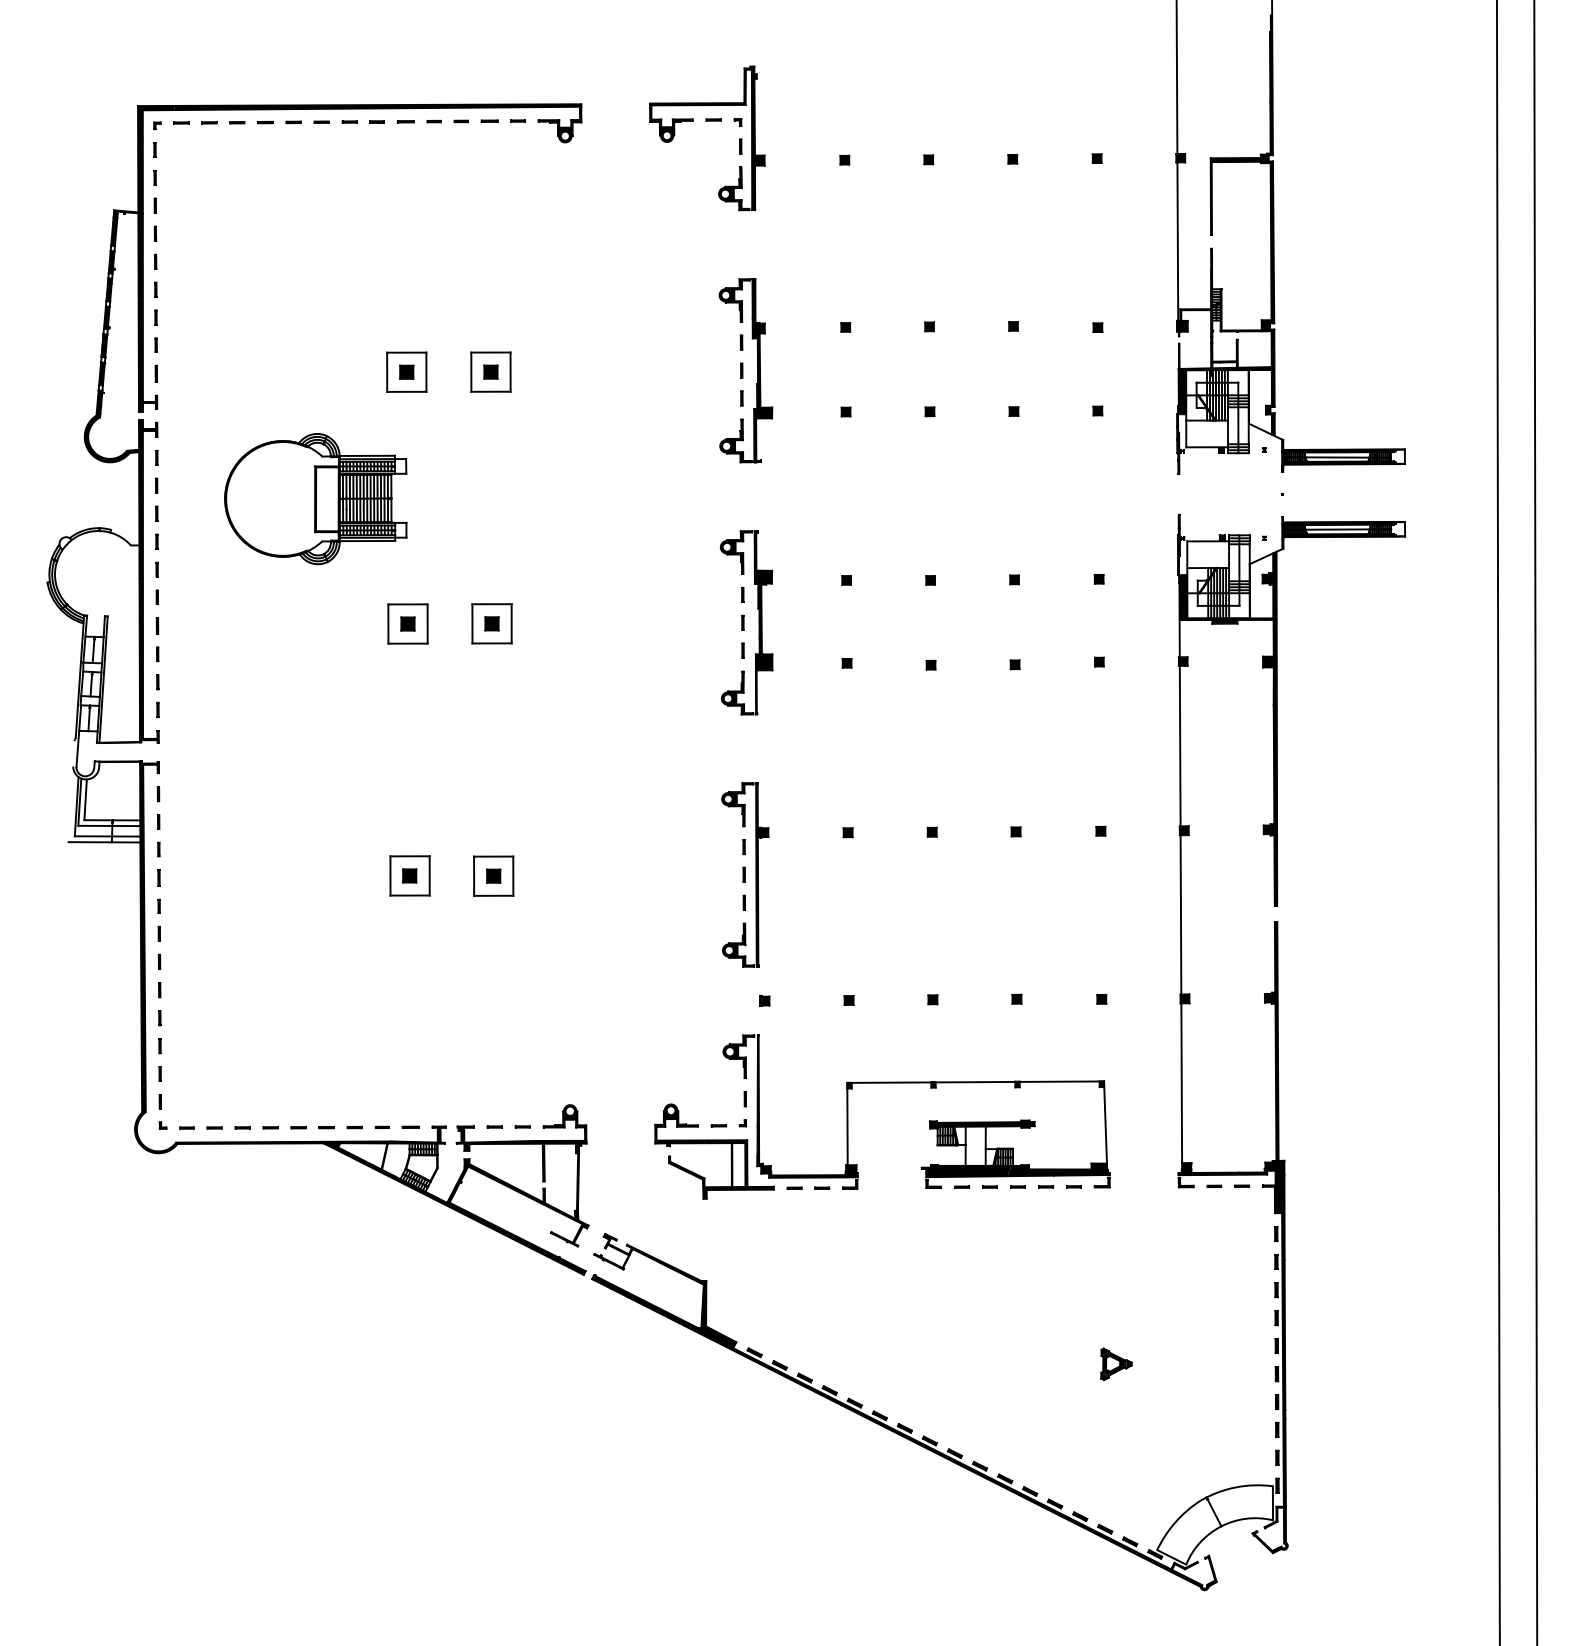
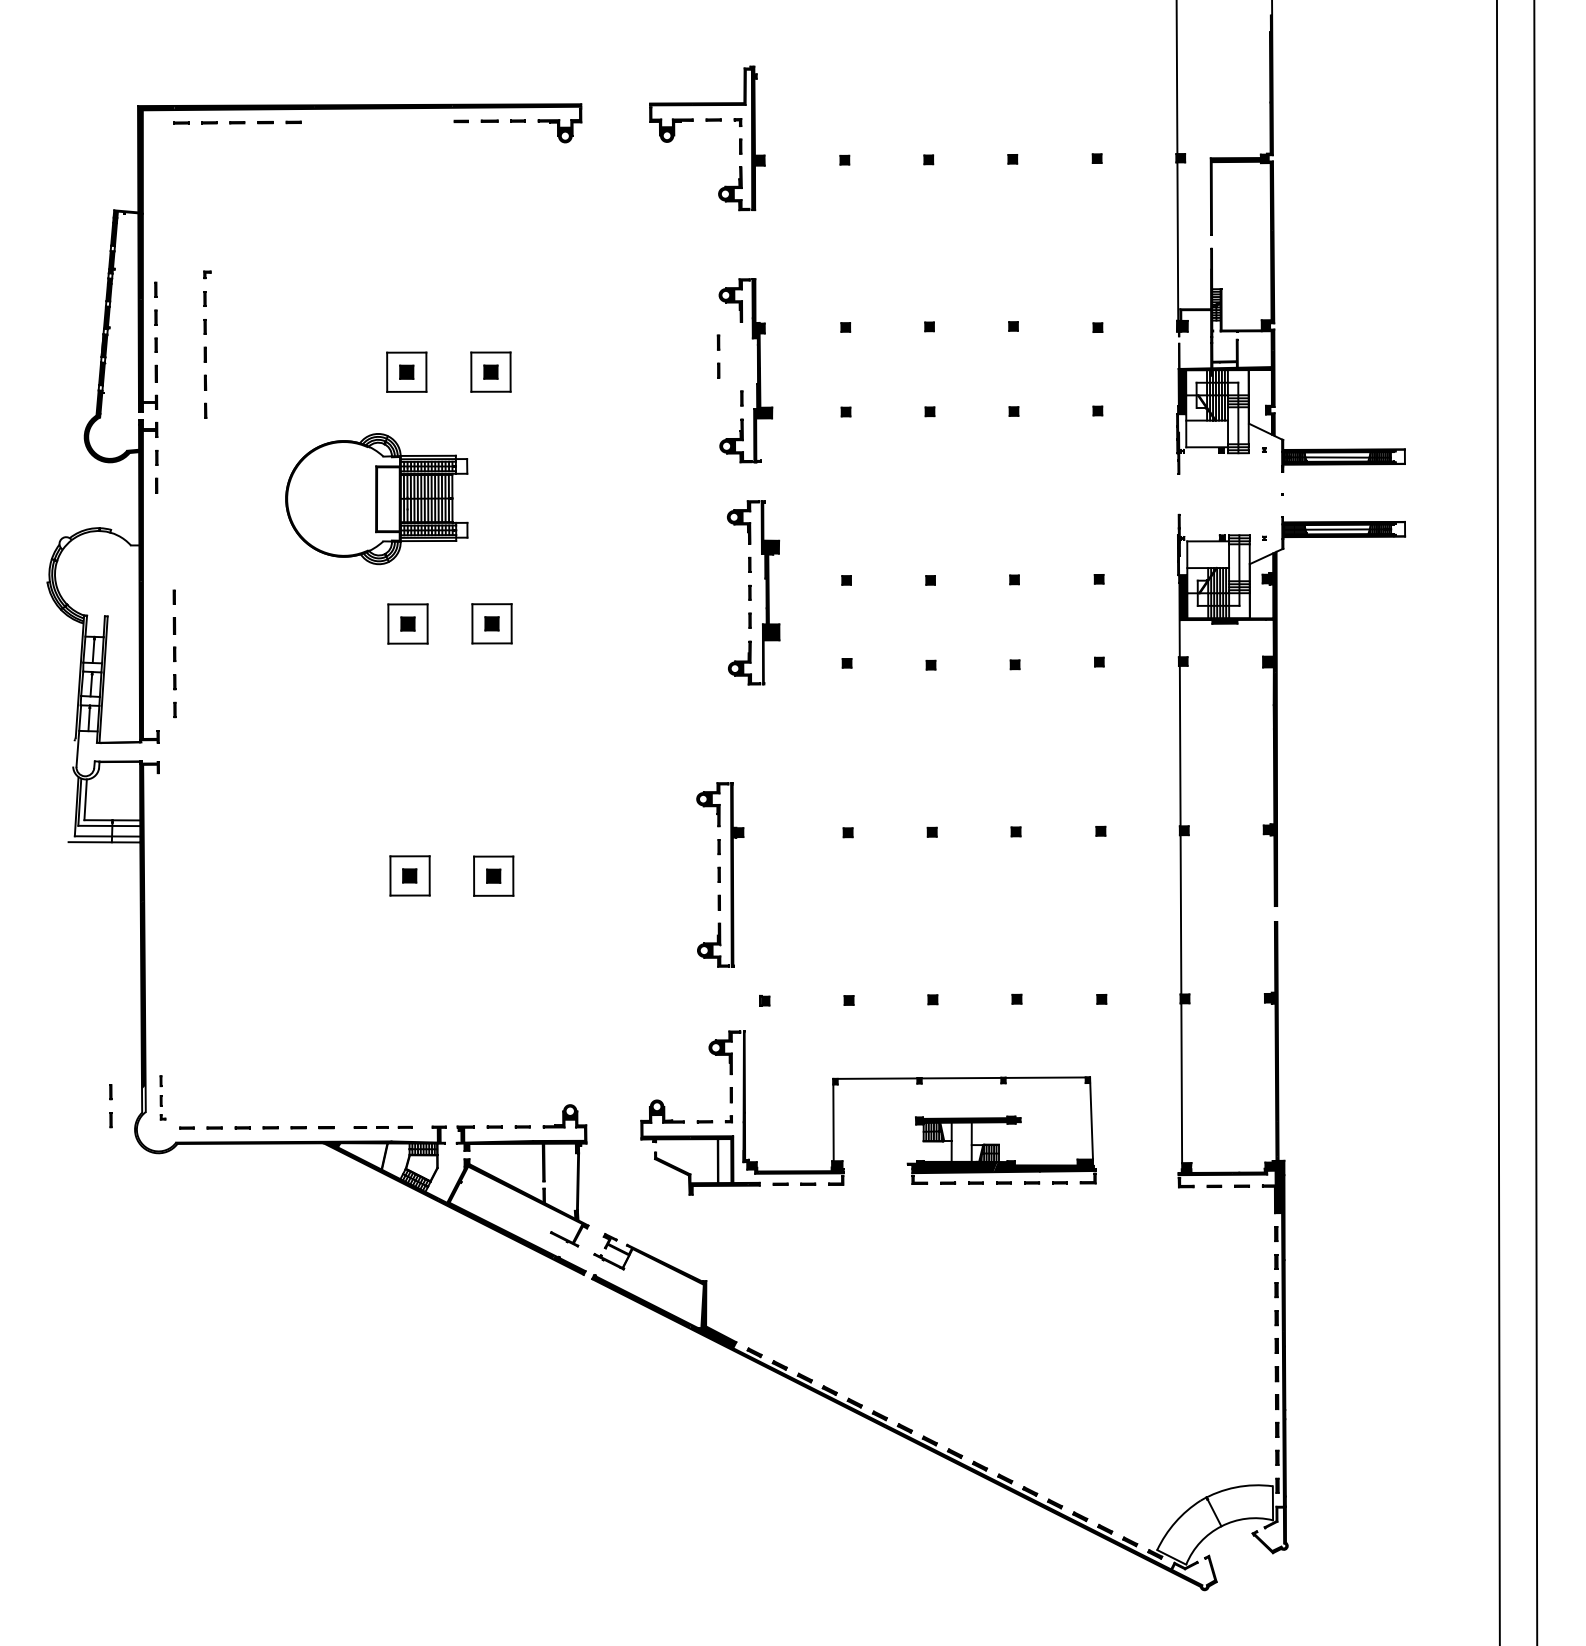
line at (377, 121): present -> none
part at (157, 195) position: (157, 195) -> (207, 344)
line at (741, 350) position: (741, 350) -> (718, 350)
part at (315, 499) position: (315, 499) -> (376, 499)
line at (156, 541): present -> none
part at (746, 622) position: (746, 622) -> (753, 592)
part at (157, 653) position: (157, 653) -> (174, 653)
part at (745, 874) position: (745, 874) -> (720, 874)
part at (158, 892): present -> none
line at (159, 1026) position: (159, 1026) -> (110, 1100)
part at (882, 1083) position: (882, 1083) -> (868, 1079)
part at (162, 1097) size: 10x64 px -> 8x46 px
fill at (164, 1119): present -> none
part at (382, 1127) size: 74x5 px -> 60x4 px
part at (1116, 1364): present -> none
